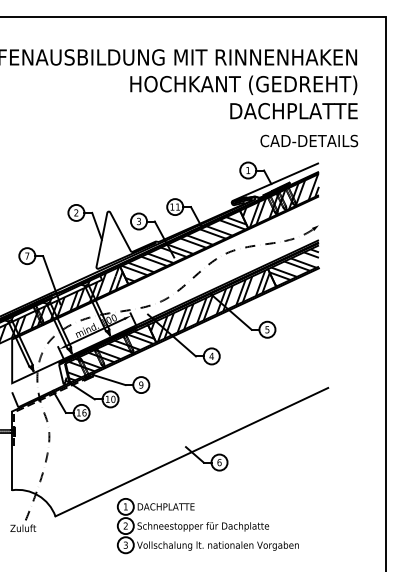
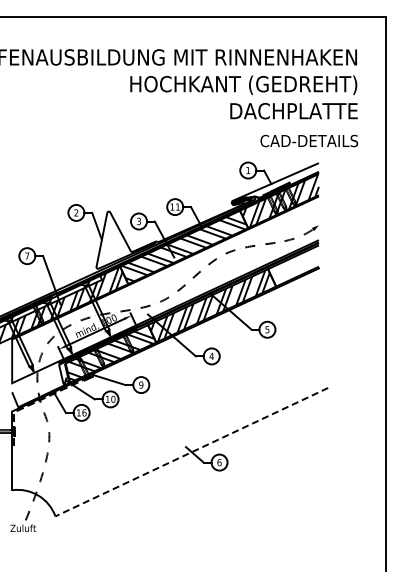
hatch at (293, 267): present -> none
line at (191, 452): solid -> dashed
part at (207, 526): present -> none
